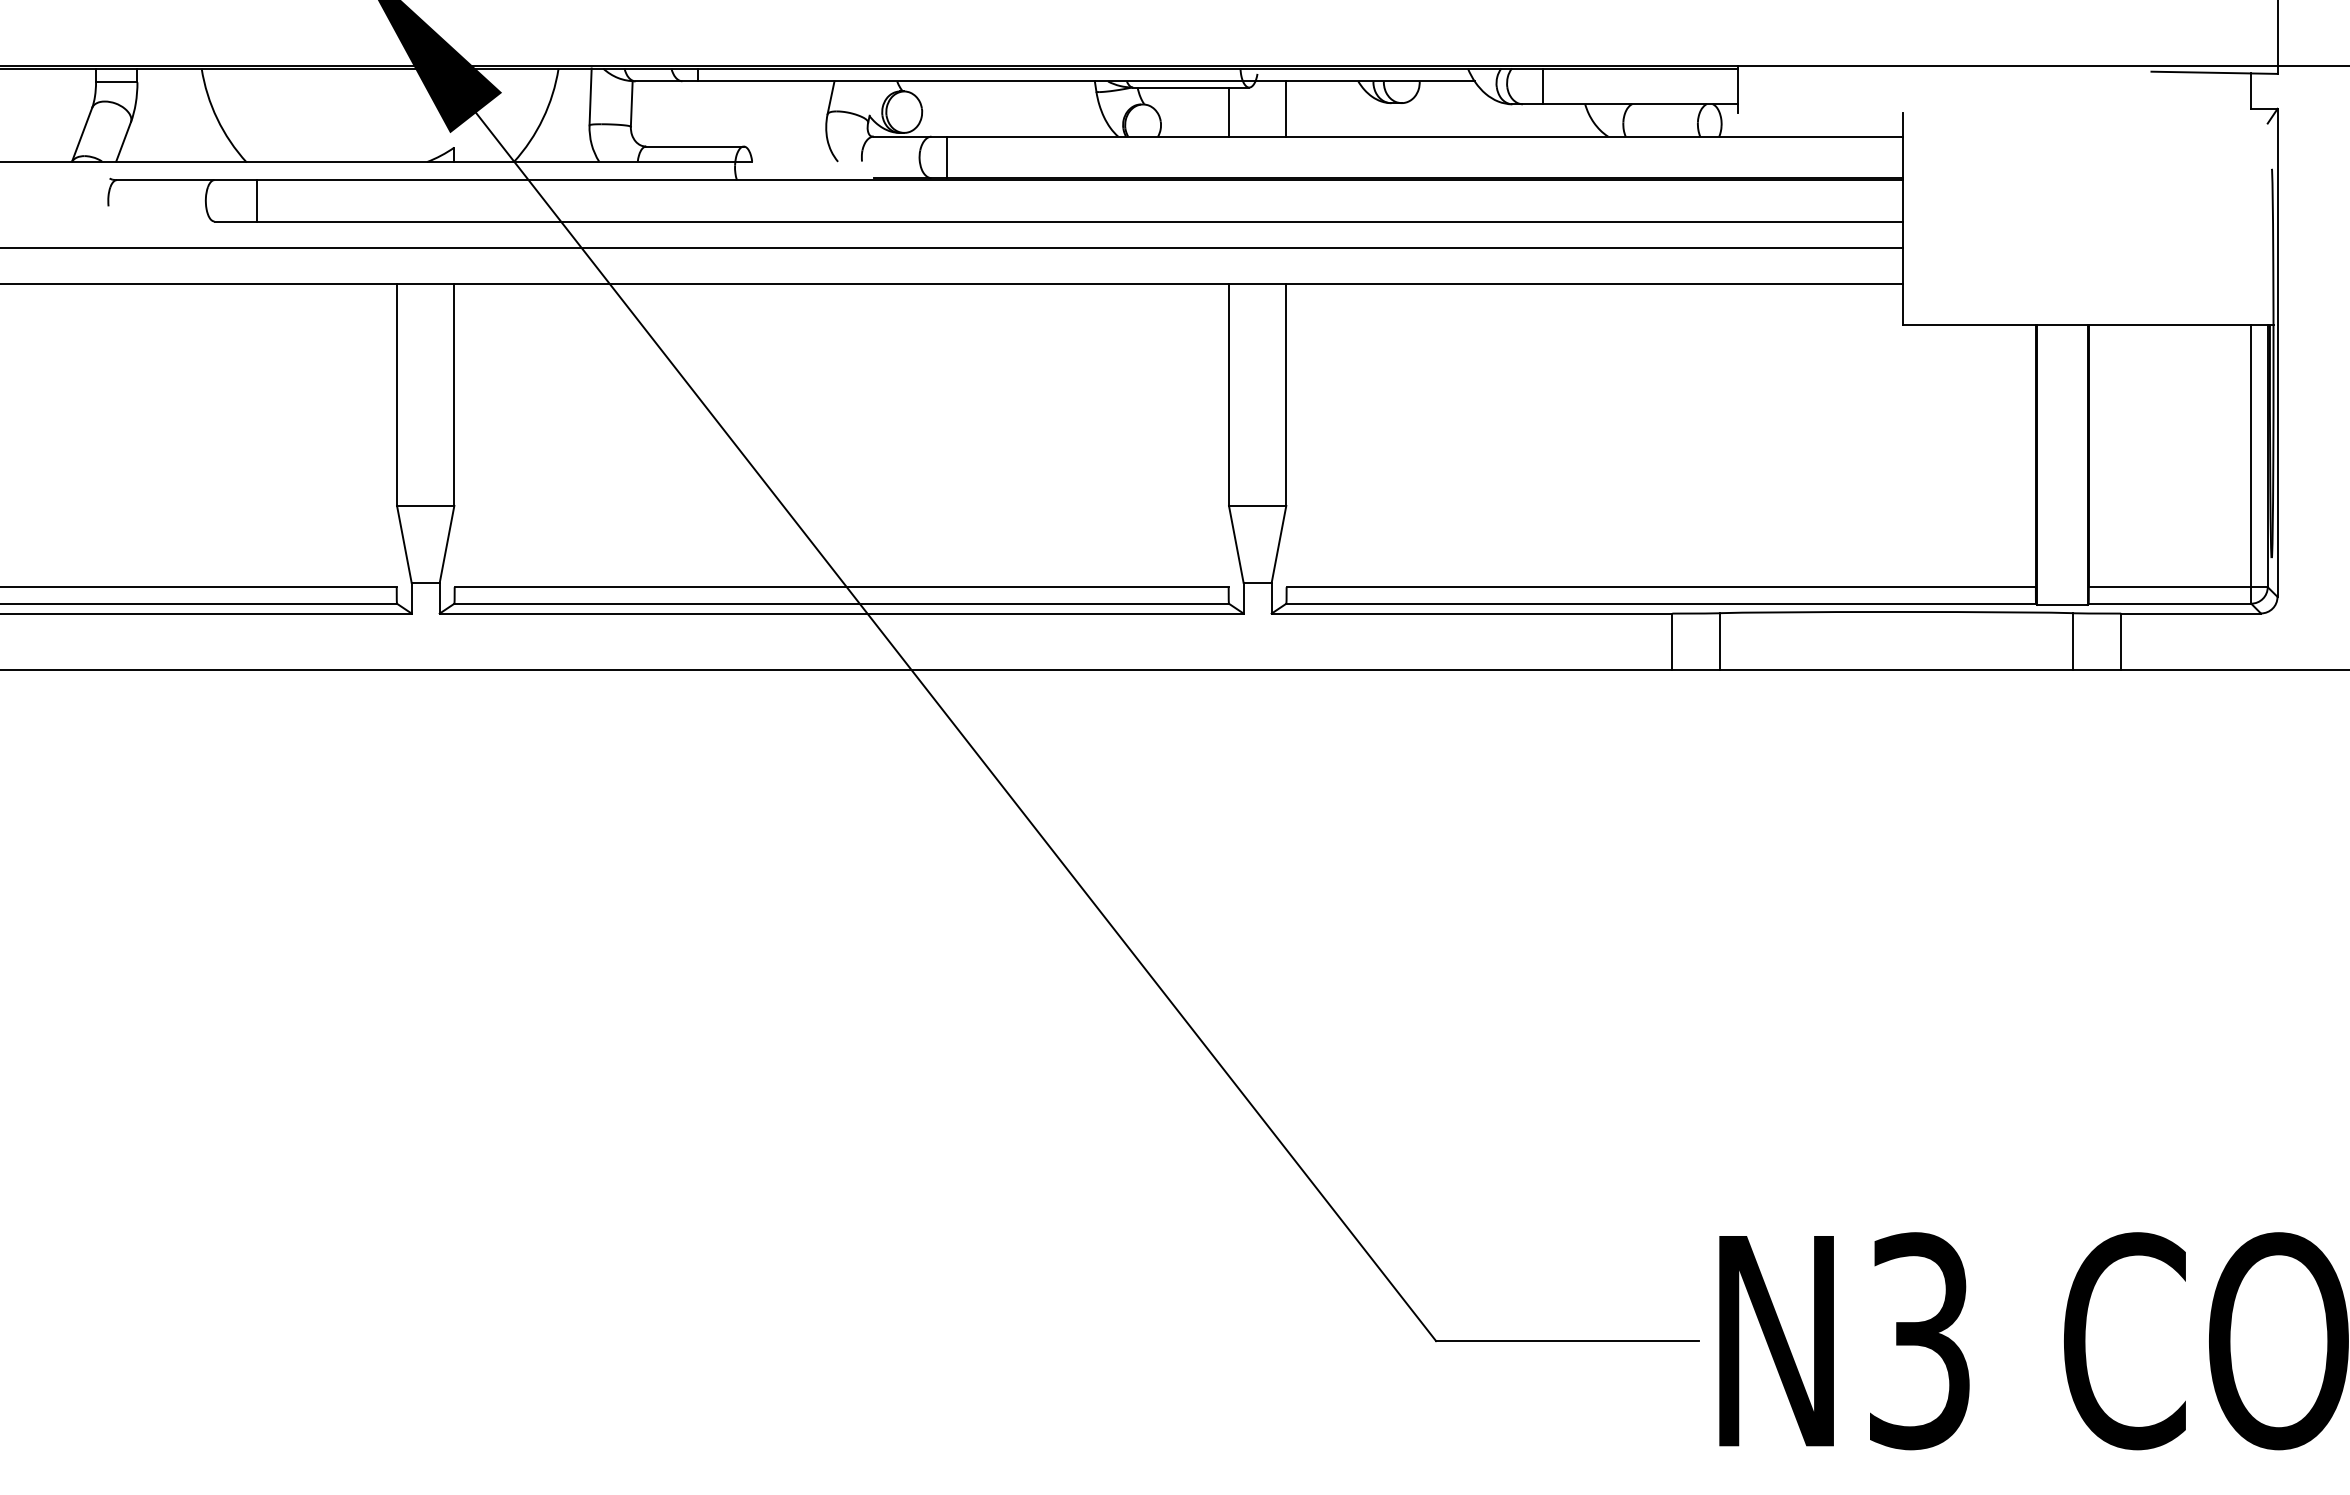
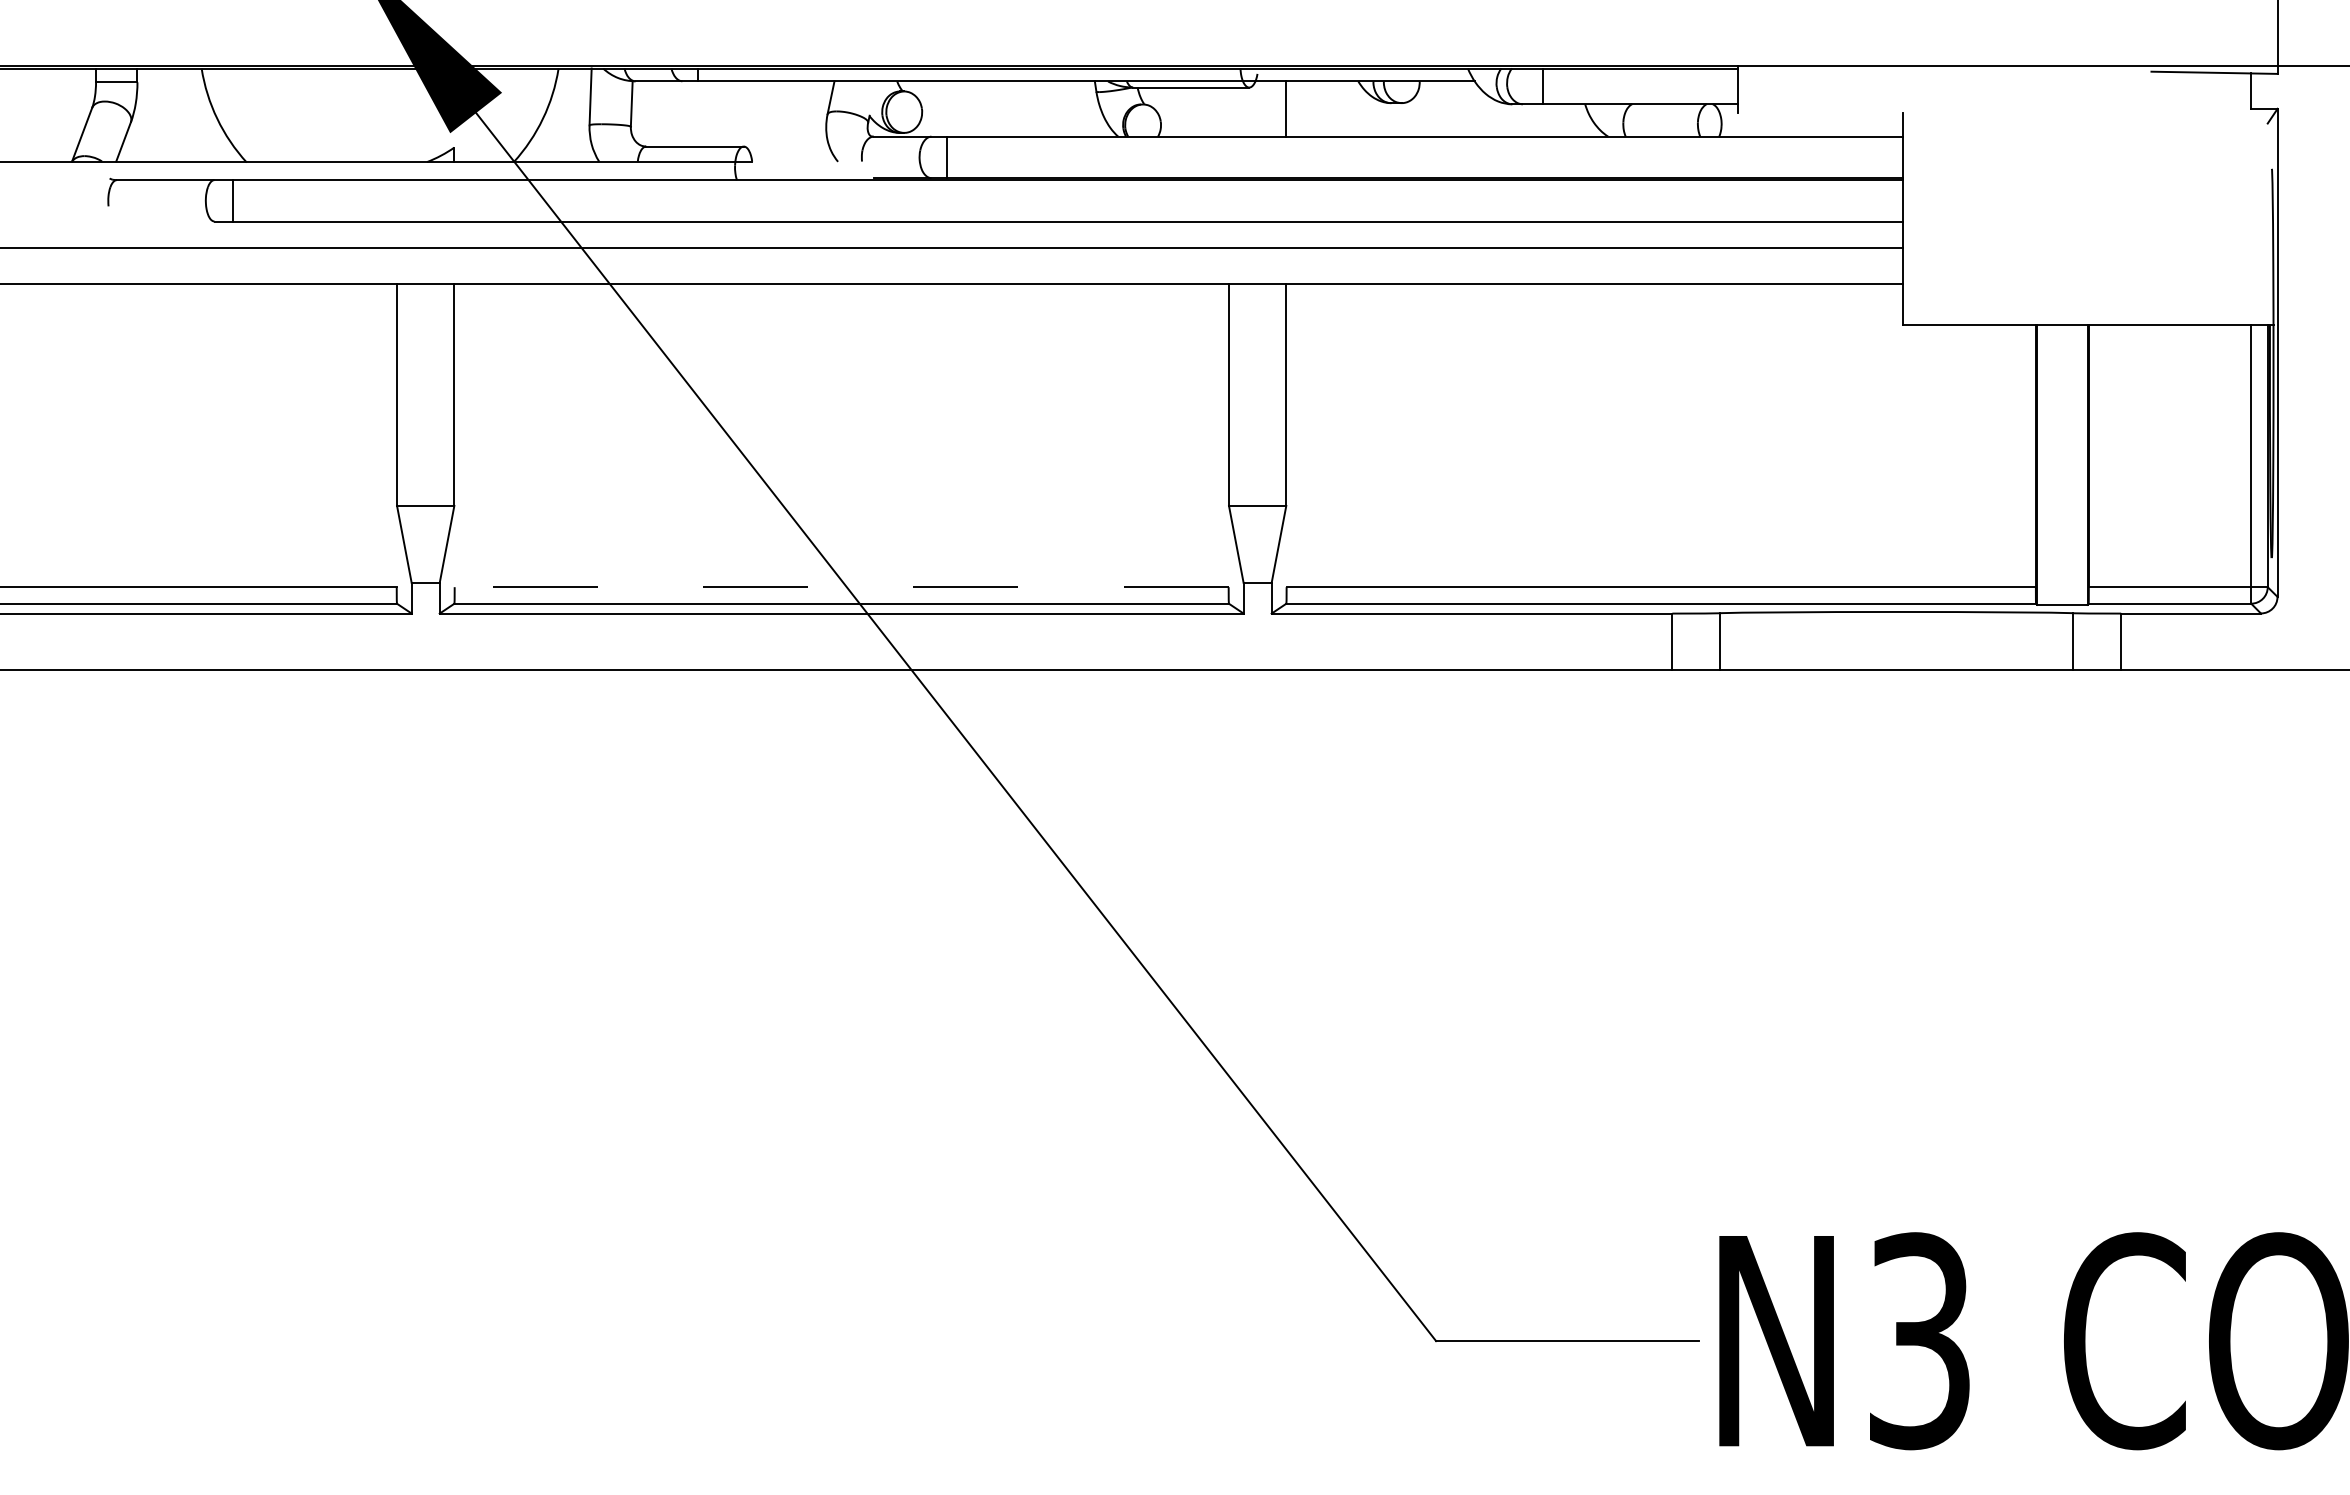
line at (1229, 111): present -> none
line at (256, 200) position: (256, 200) -> (232, 200)
line at (841, 587): solid -> dashed
